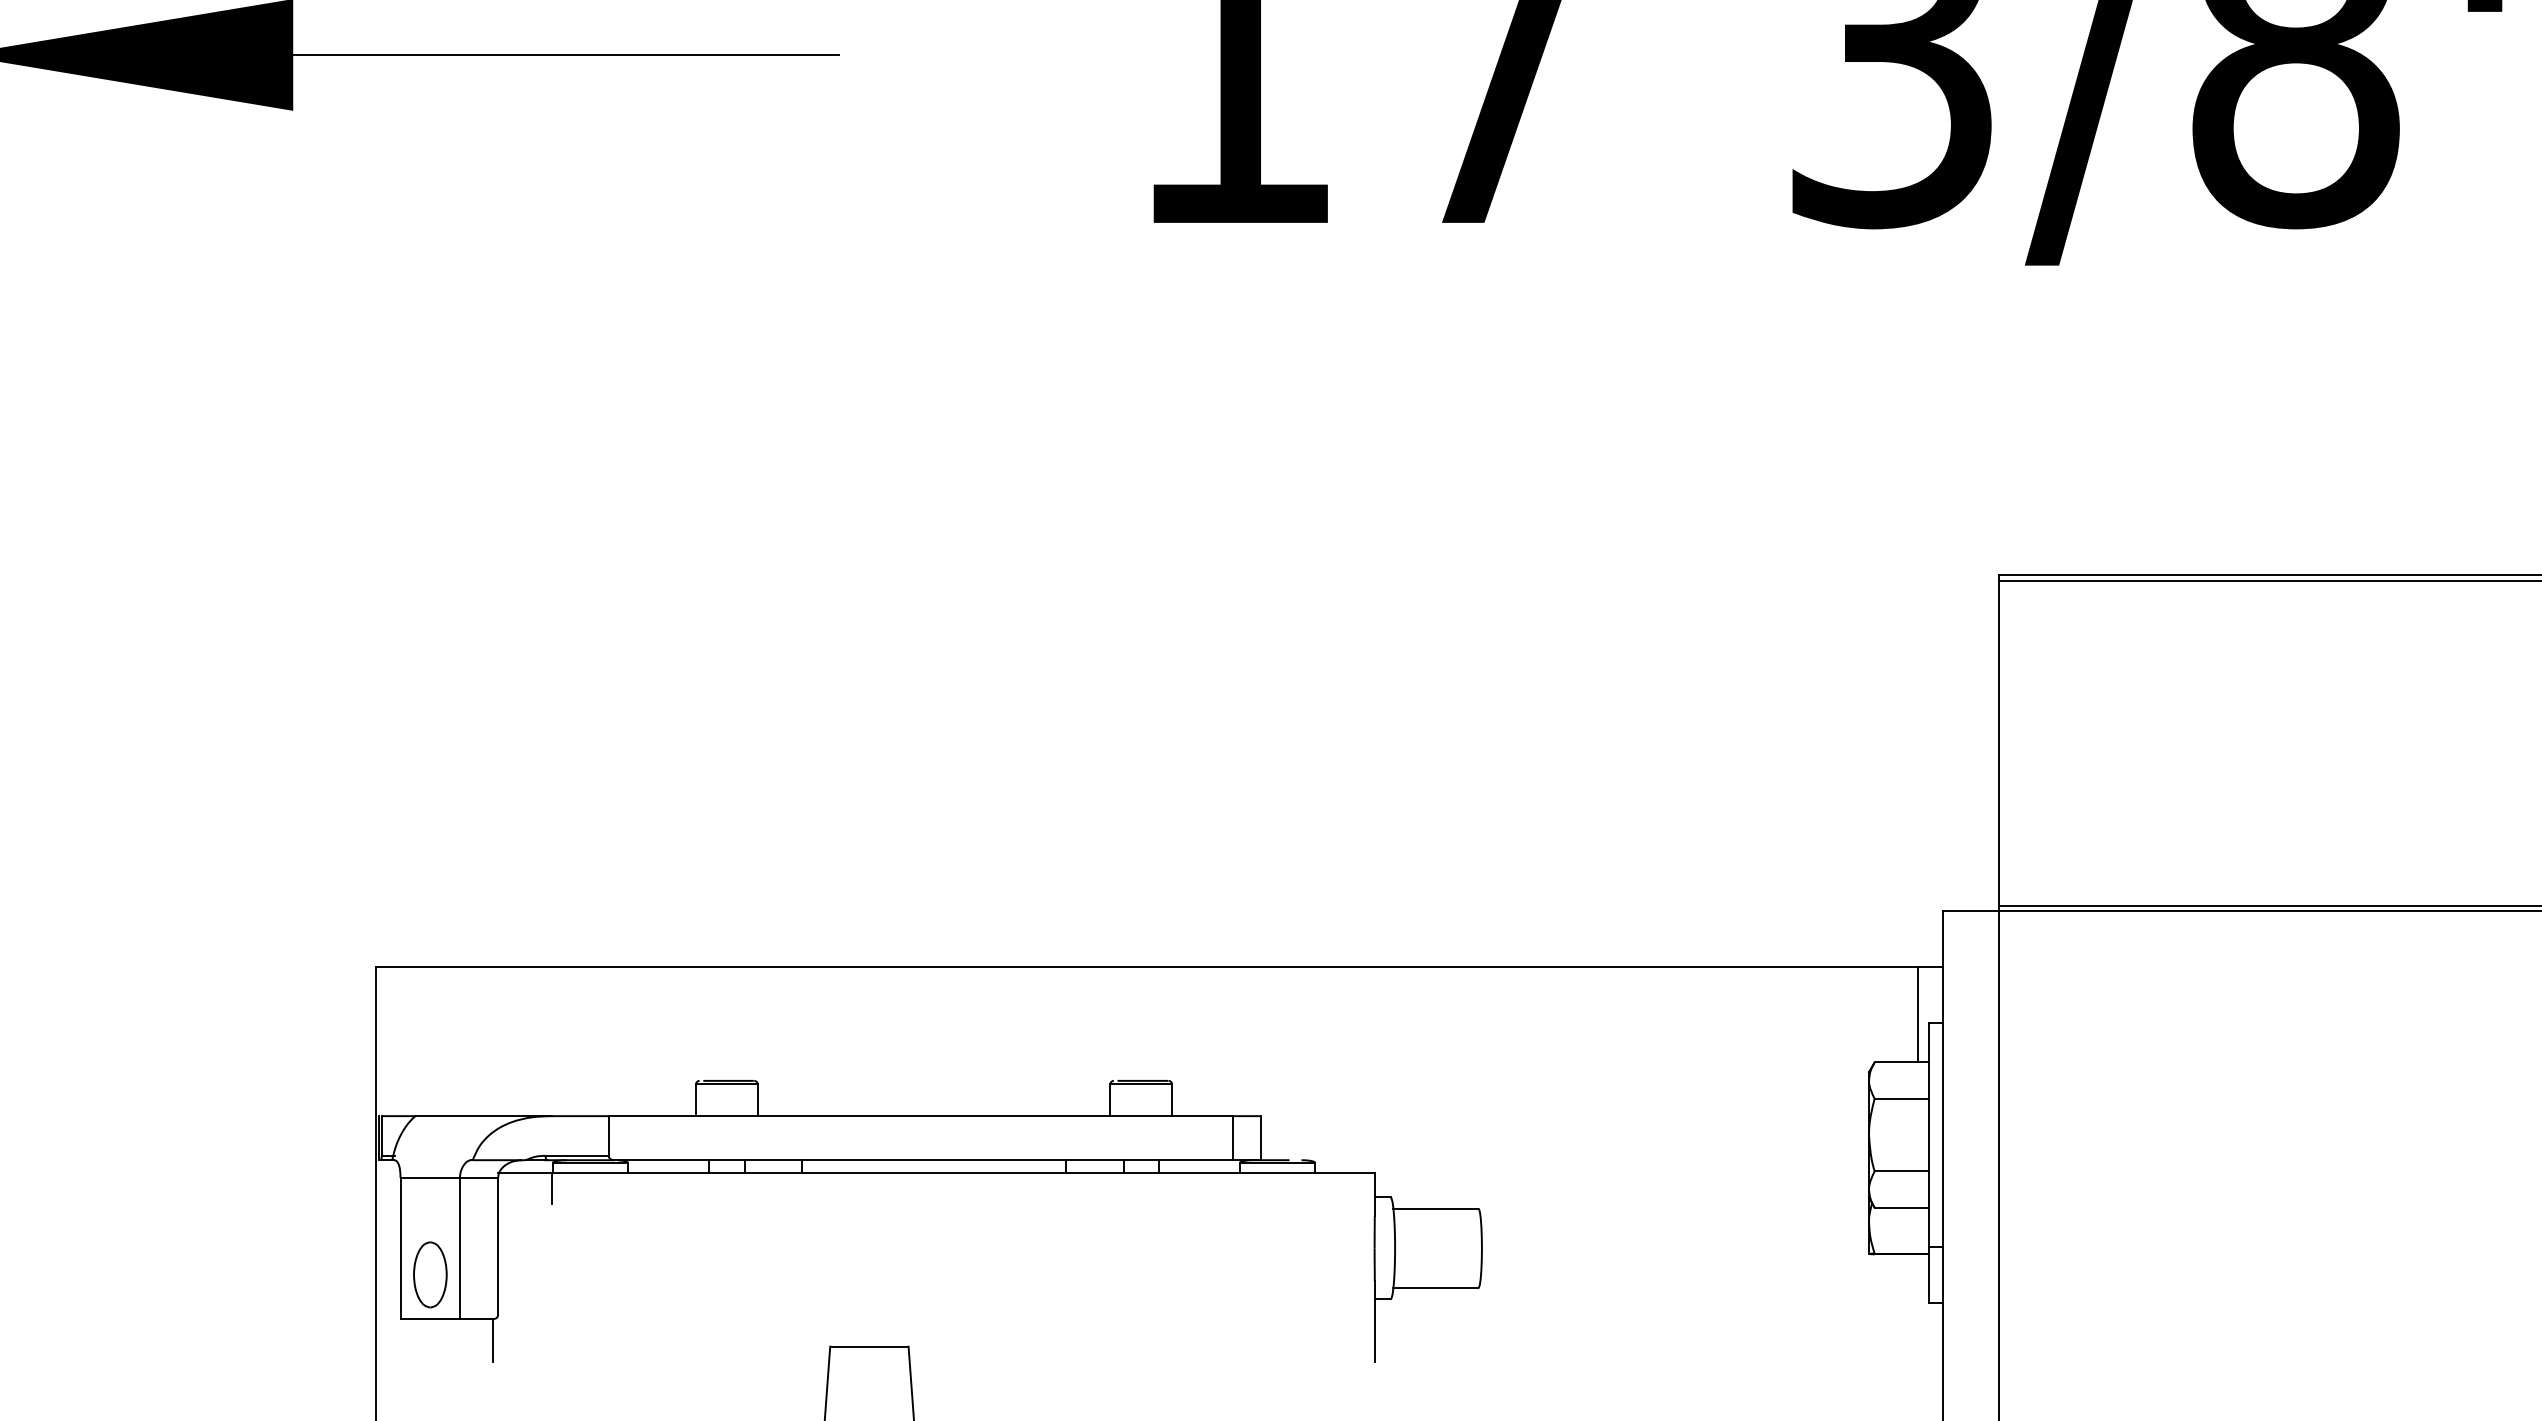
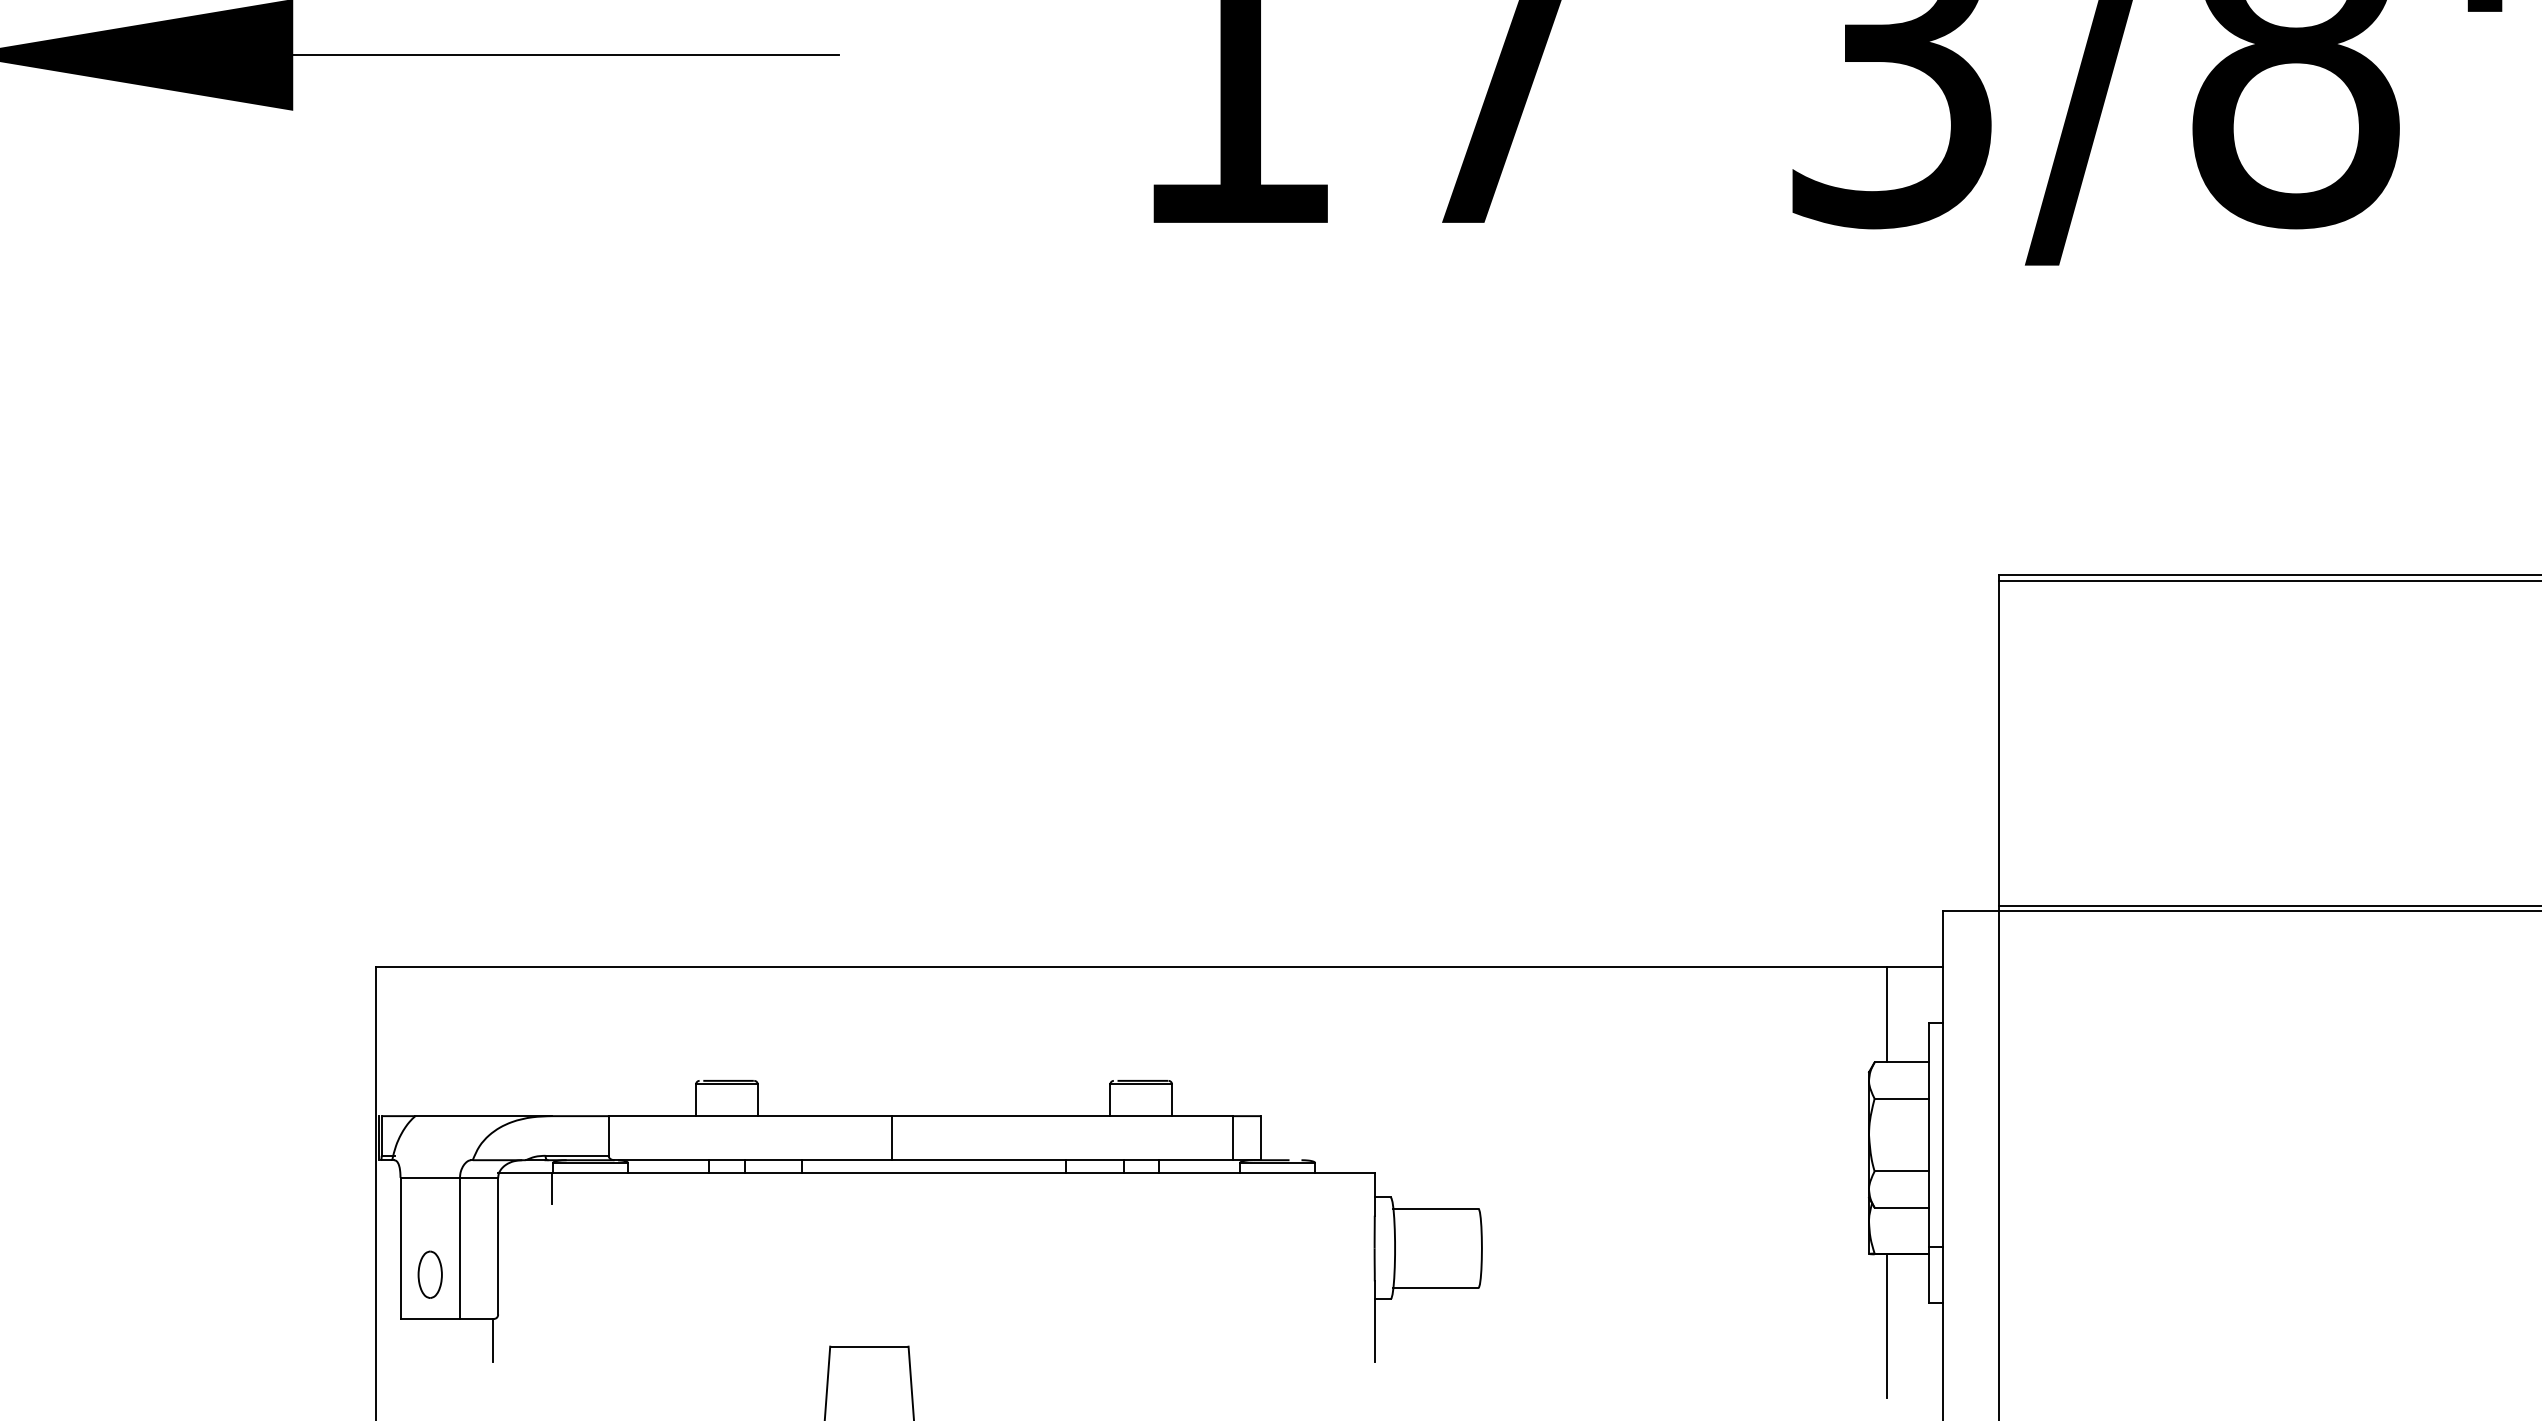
line at (1918, 1014) position: (1918, 1014) -> (1887, 1014)
line at (891, 1138): none -> present
part at (430, 1274) size: 35x68 px -> 26x49 px
line at (1887, 1326): none -> present
